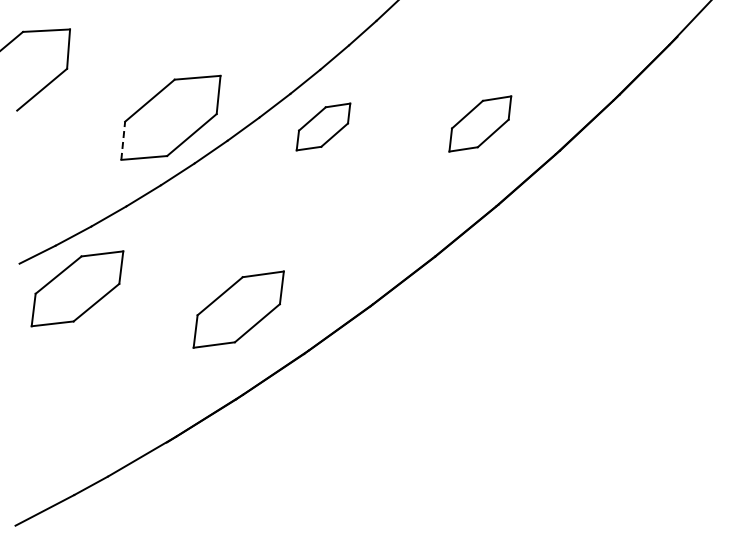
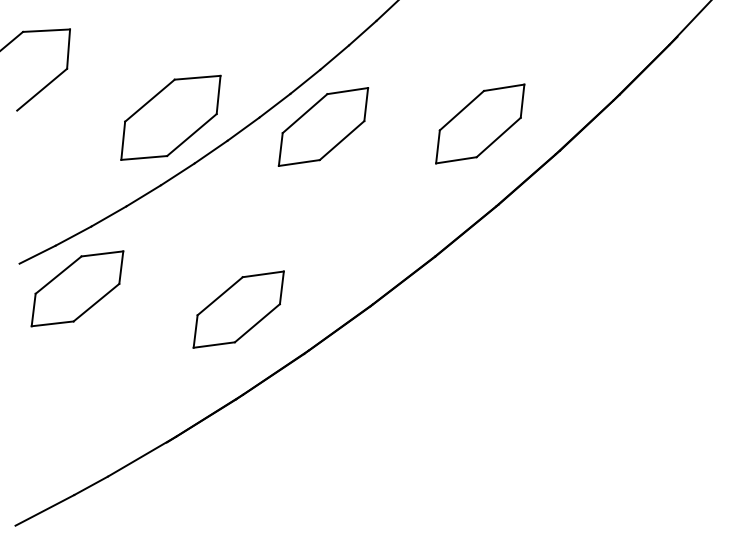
part at (480, 123) size: 65x58 px -> 91x82 px
part at (323, 126) size: 57x50 px -> 93x80 px
line at (123, 140): dashed -> solid
